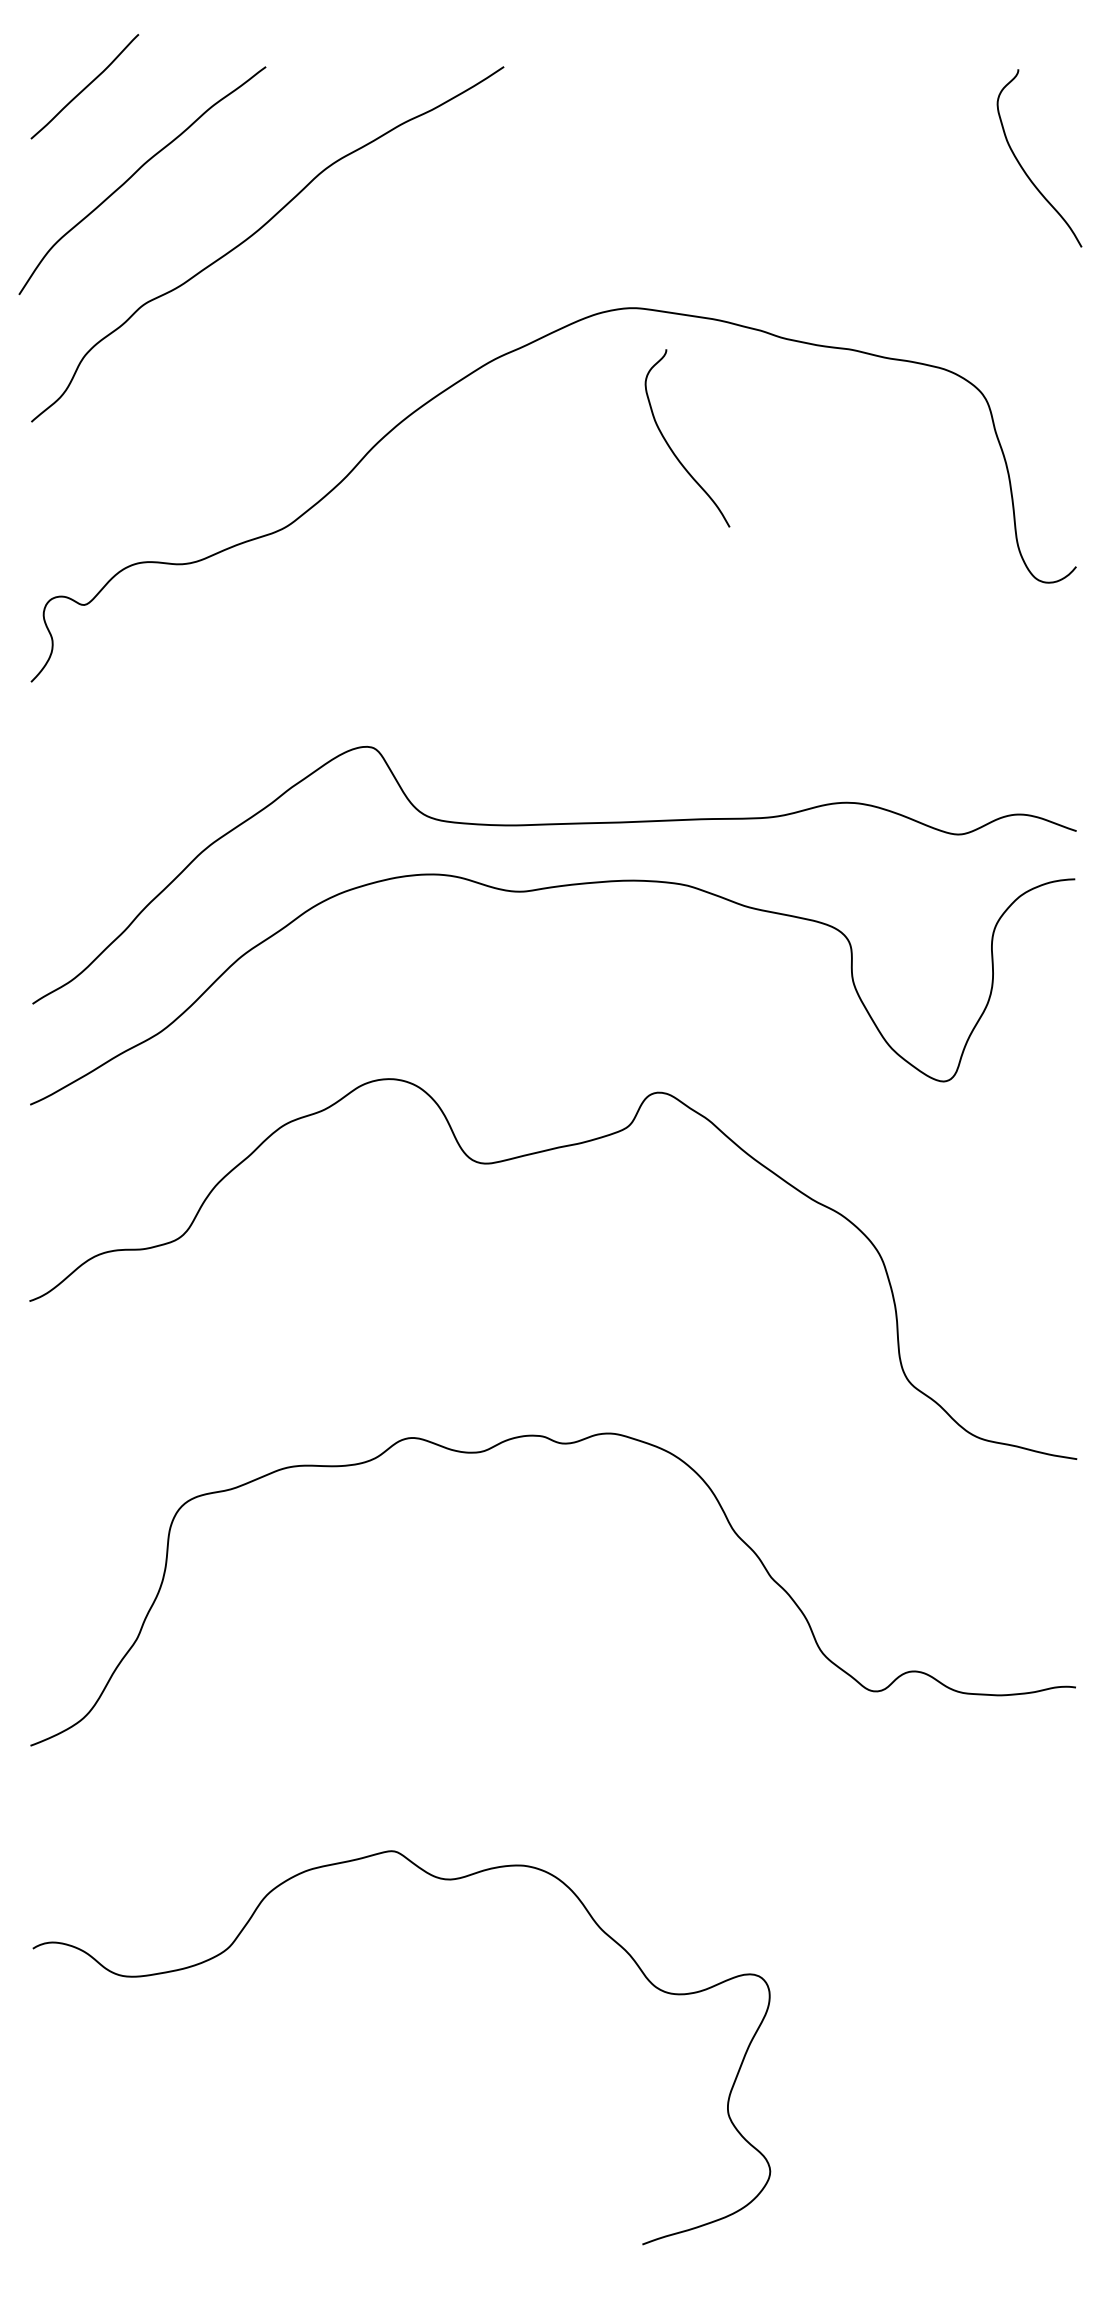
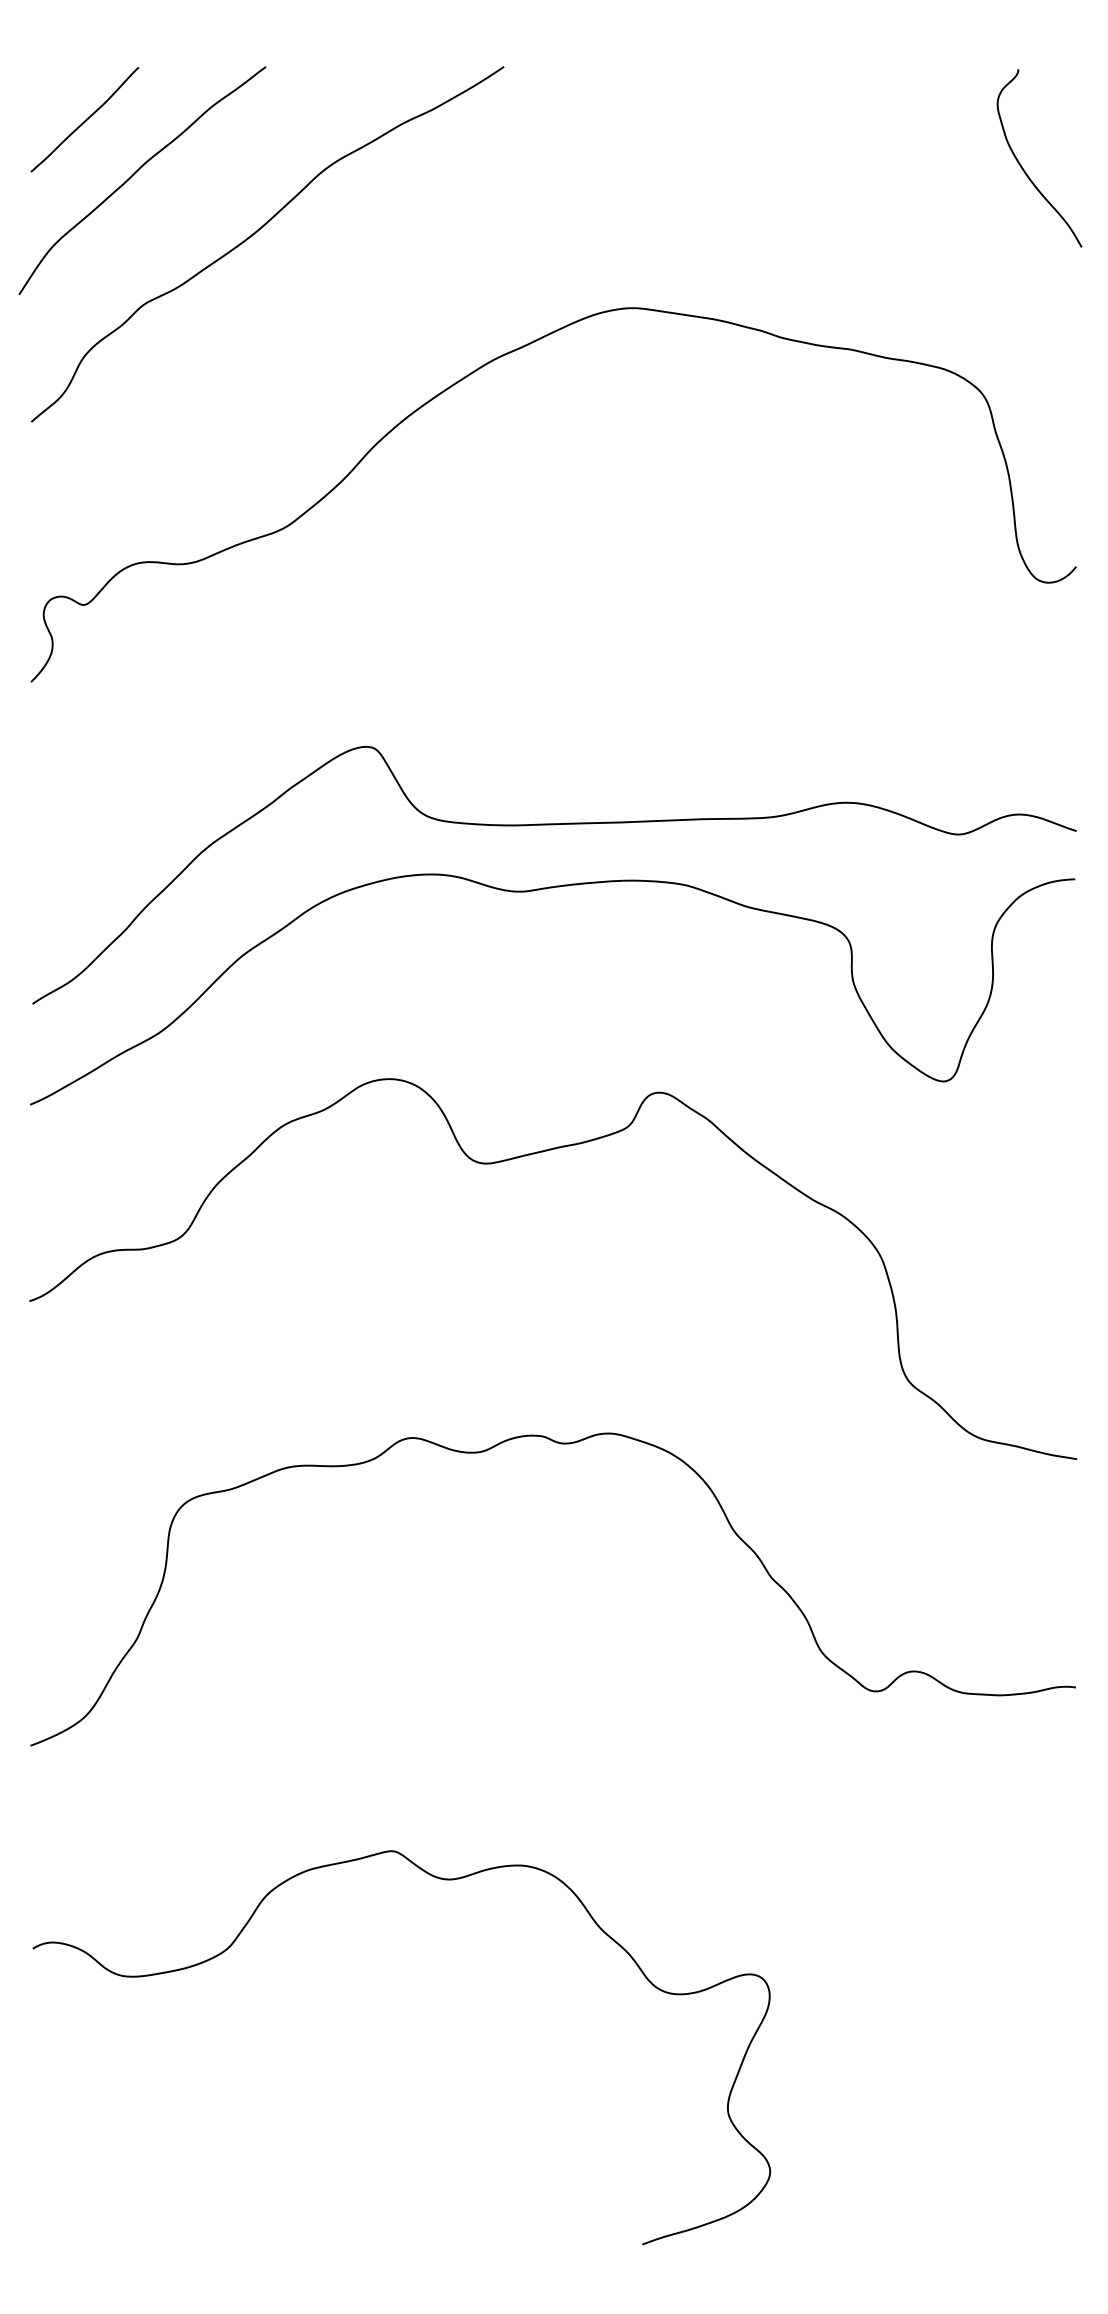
curve at (85, 86) position: (85, 86) -> (85, 119)
curve at (672, 449): present -> none
